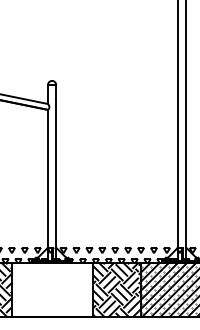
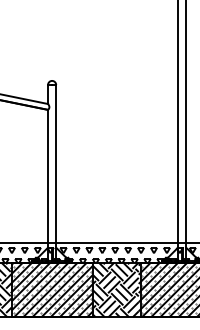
line at (99, 242): none -> present
hatch at (51, 289): none -> present
